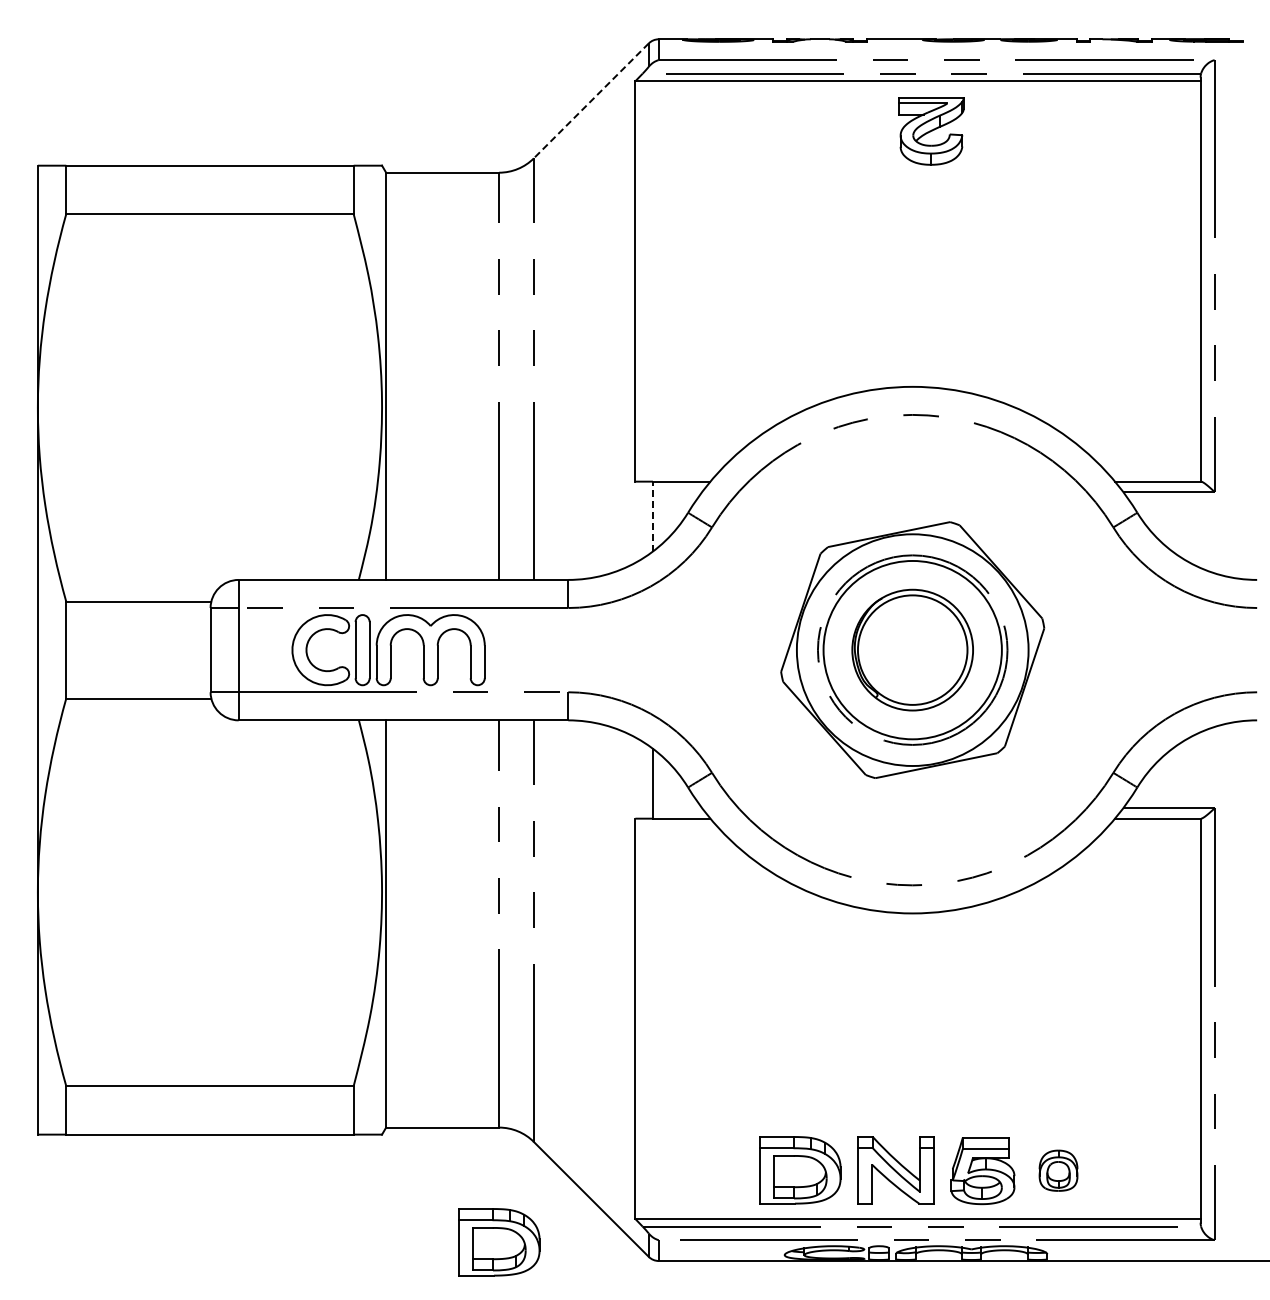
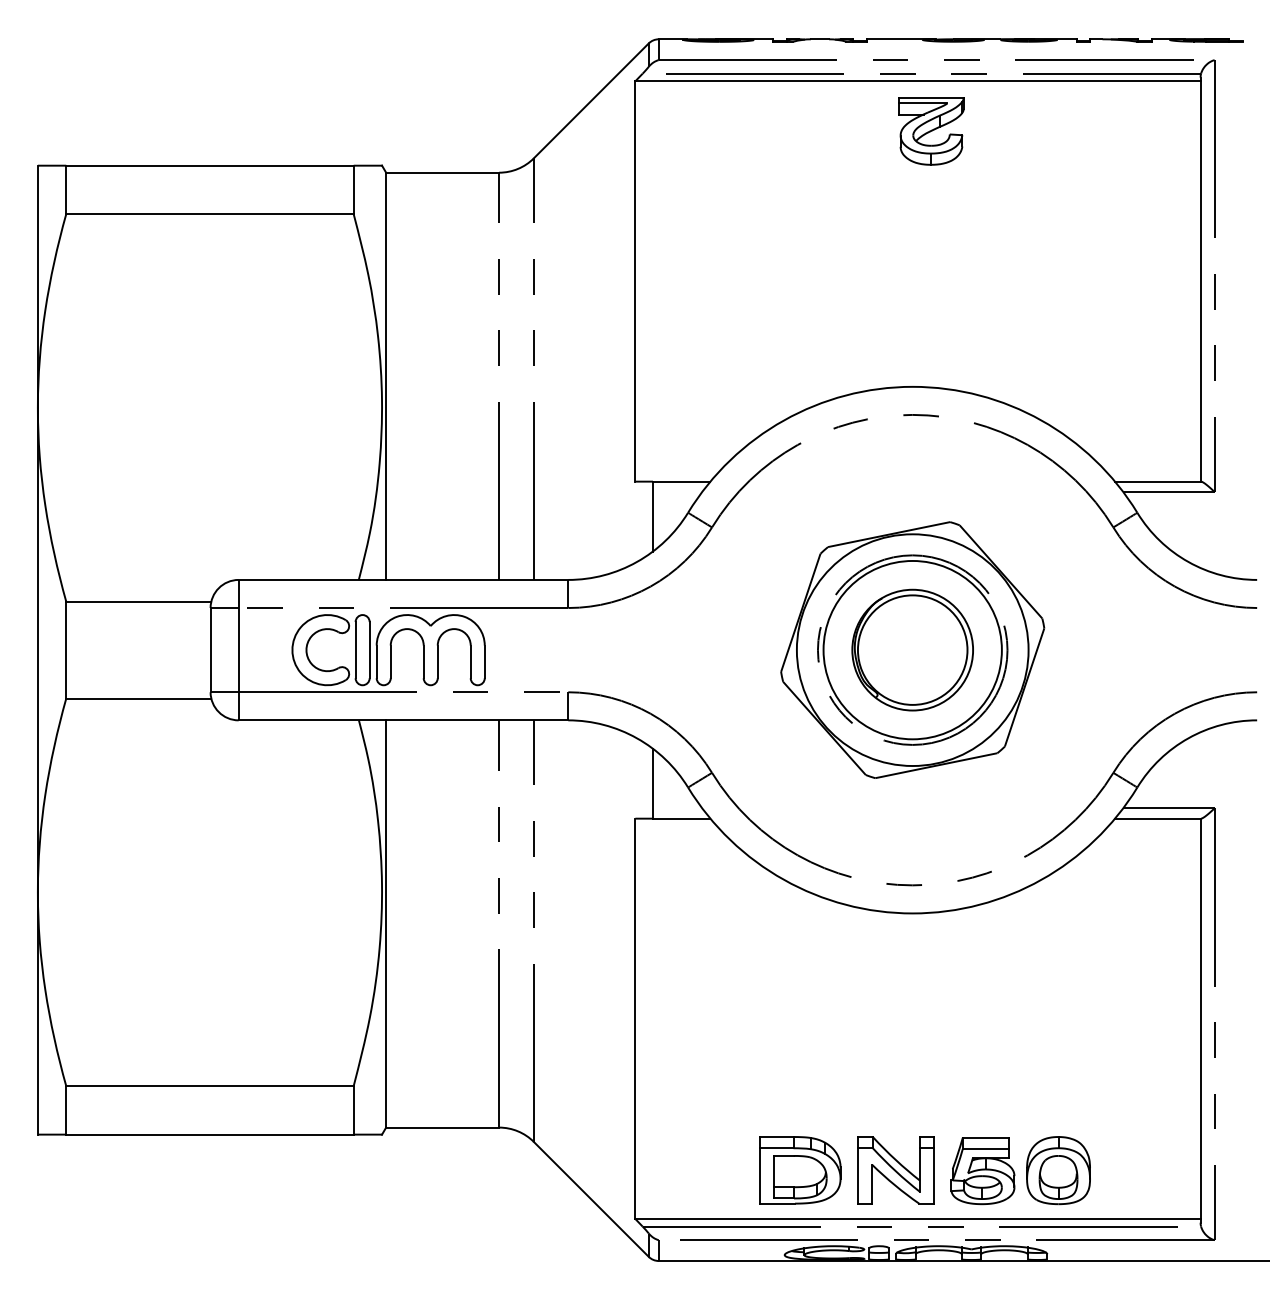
line at (591, 101): dashed -> solid
line at (652, 516): dashed -> solid
part at (1058, 1170) size: 41x43 px -> 65x70 px
part at (499, 1242): present -> none
